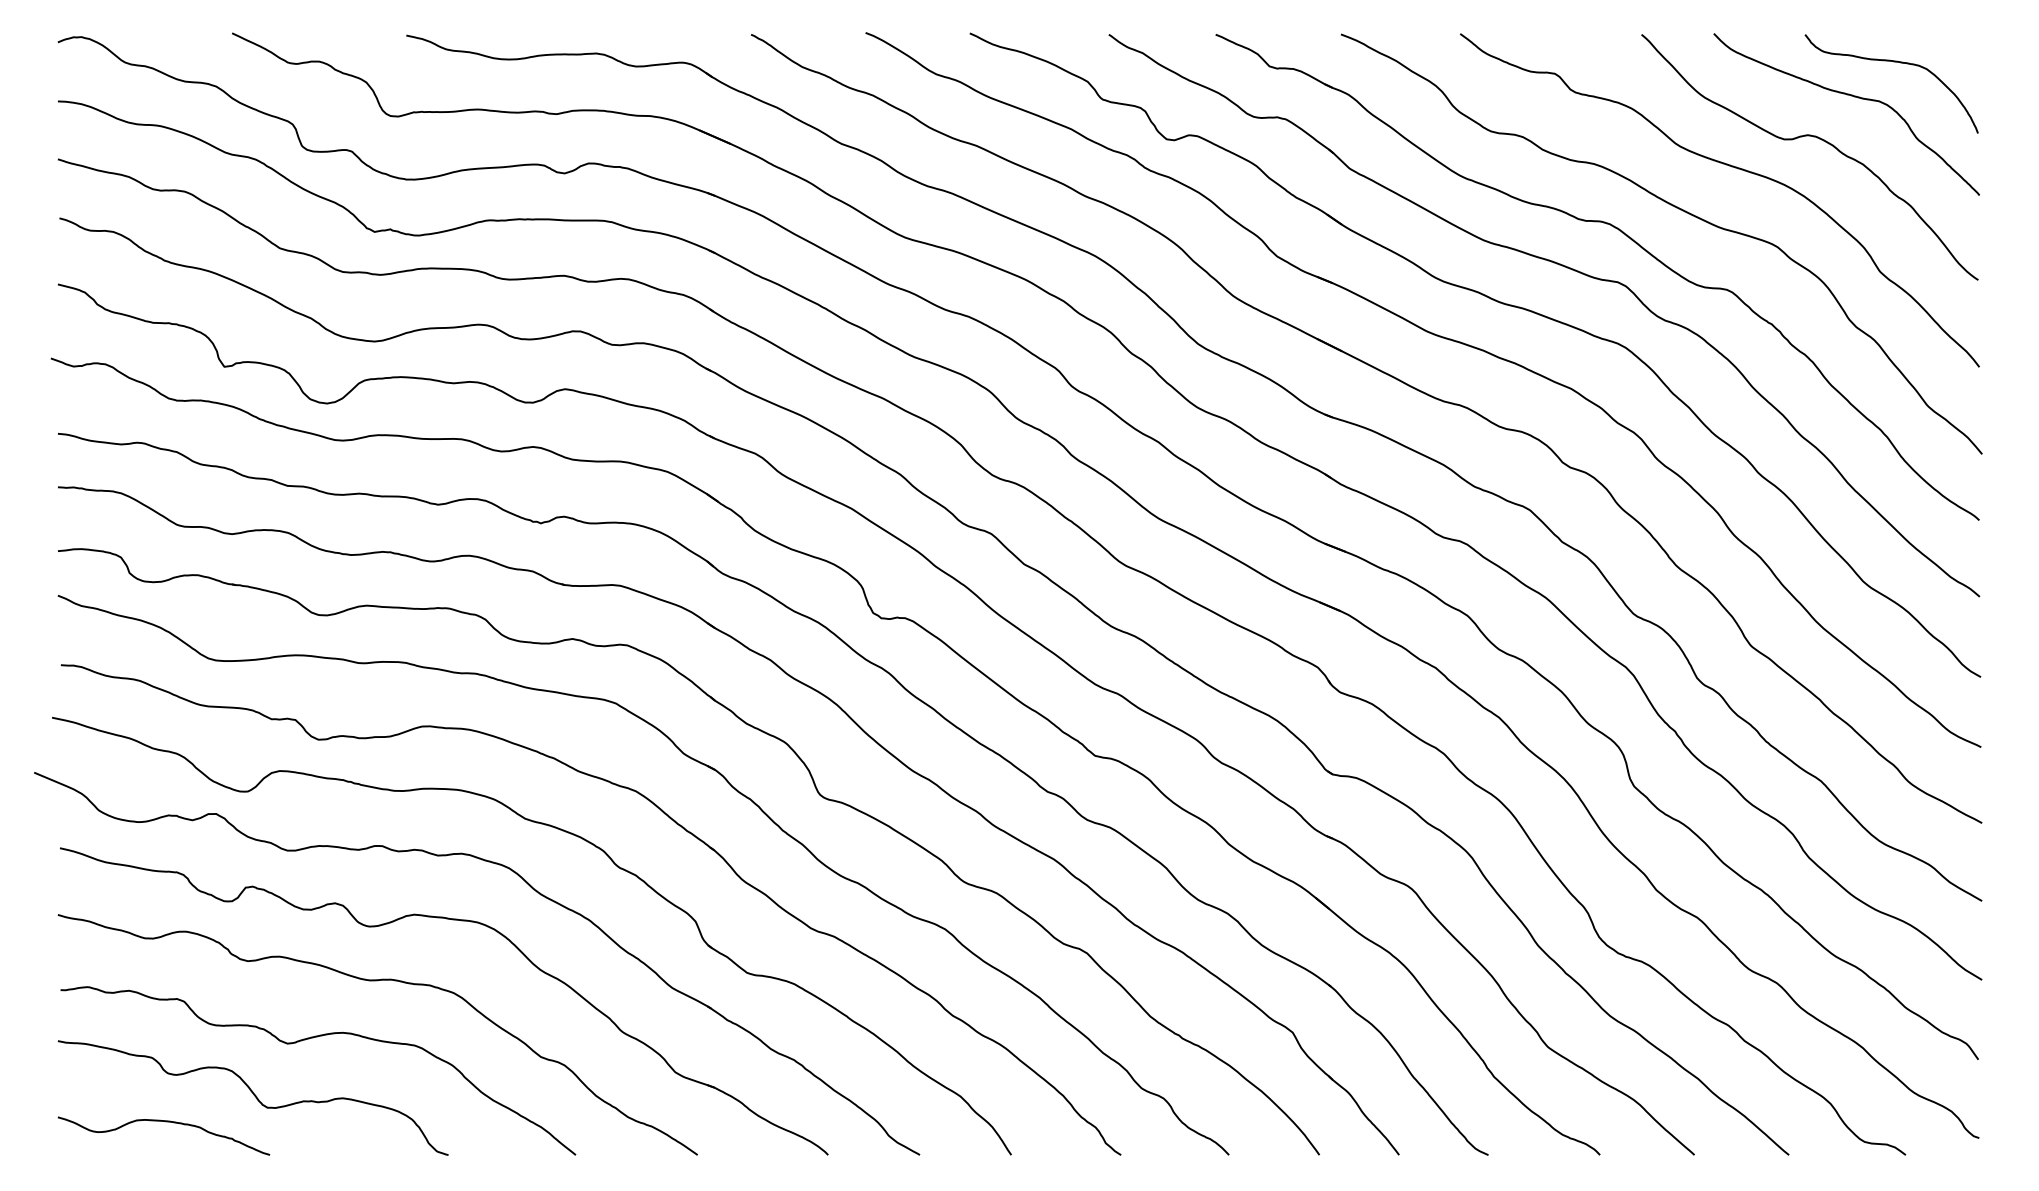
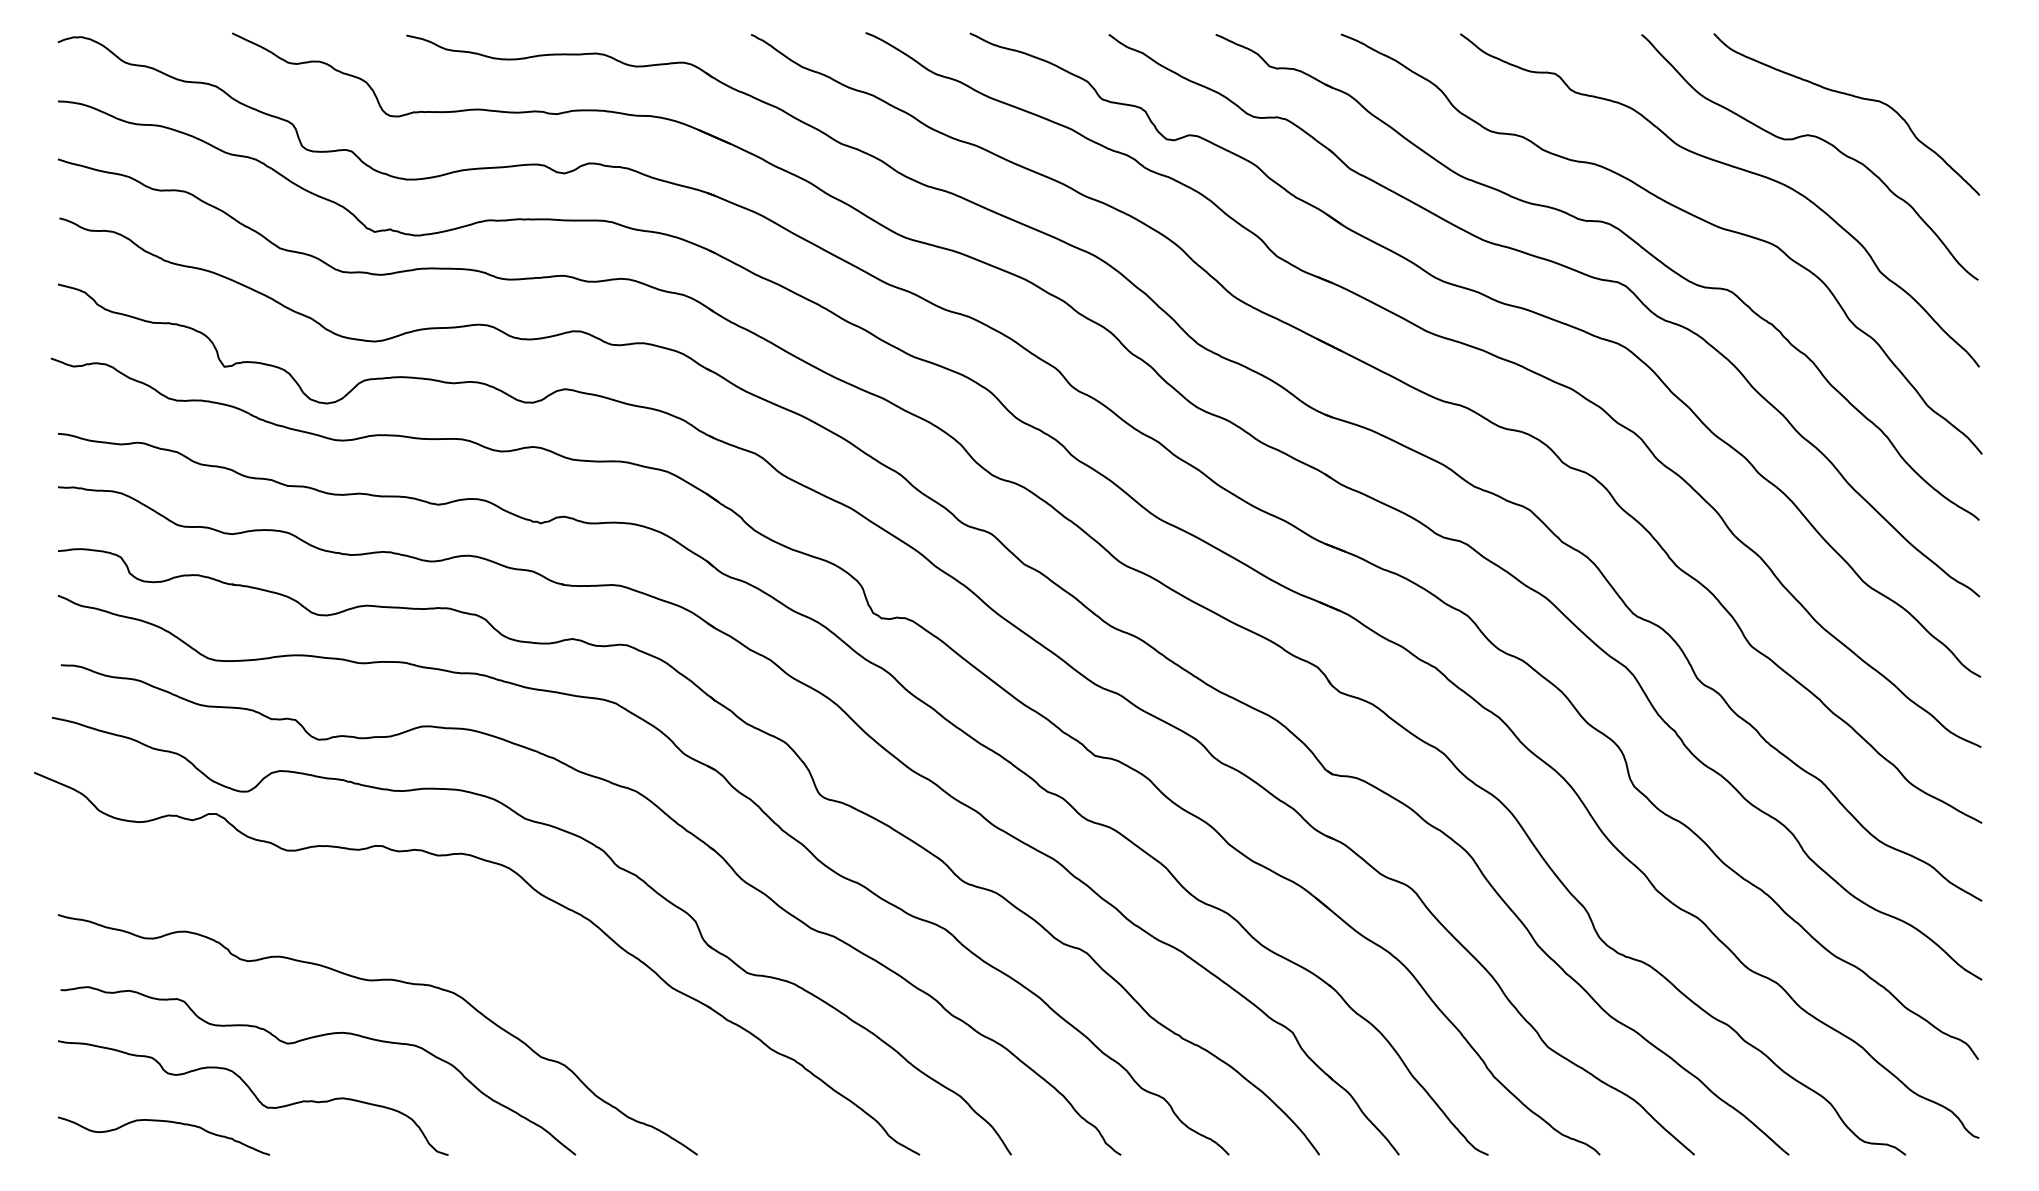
curve at (1893, 62): present -> none
part at (452, 920): present -> none
